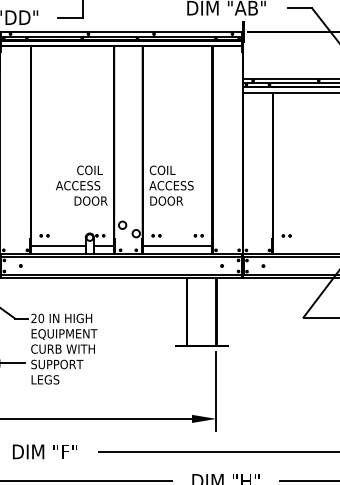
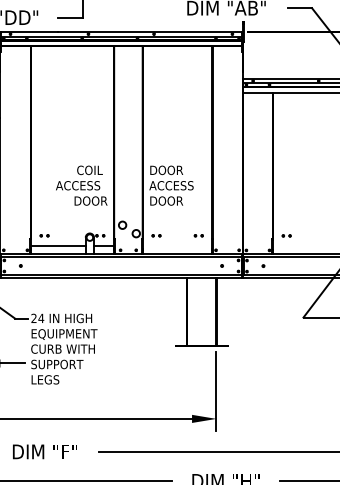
text at (166, 170): COIL -> DOOR
line at (177, 246): present -> none
text at (41, 318): 20 -> 24
